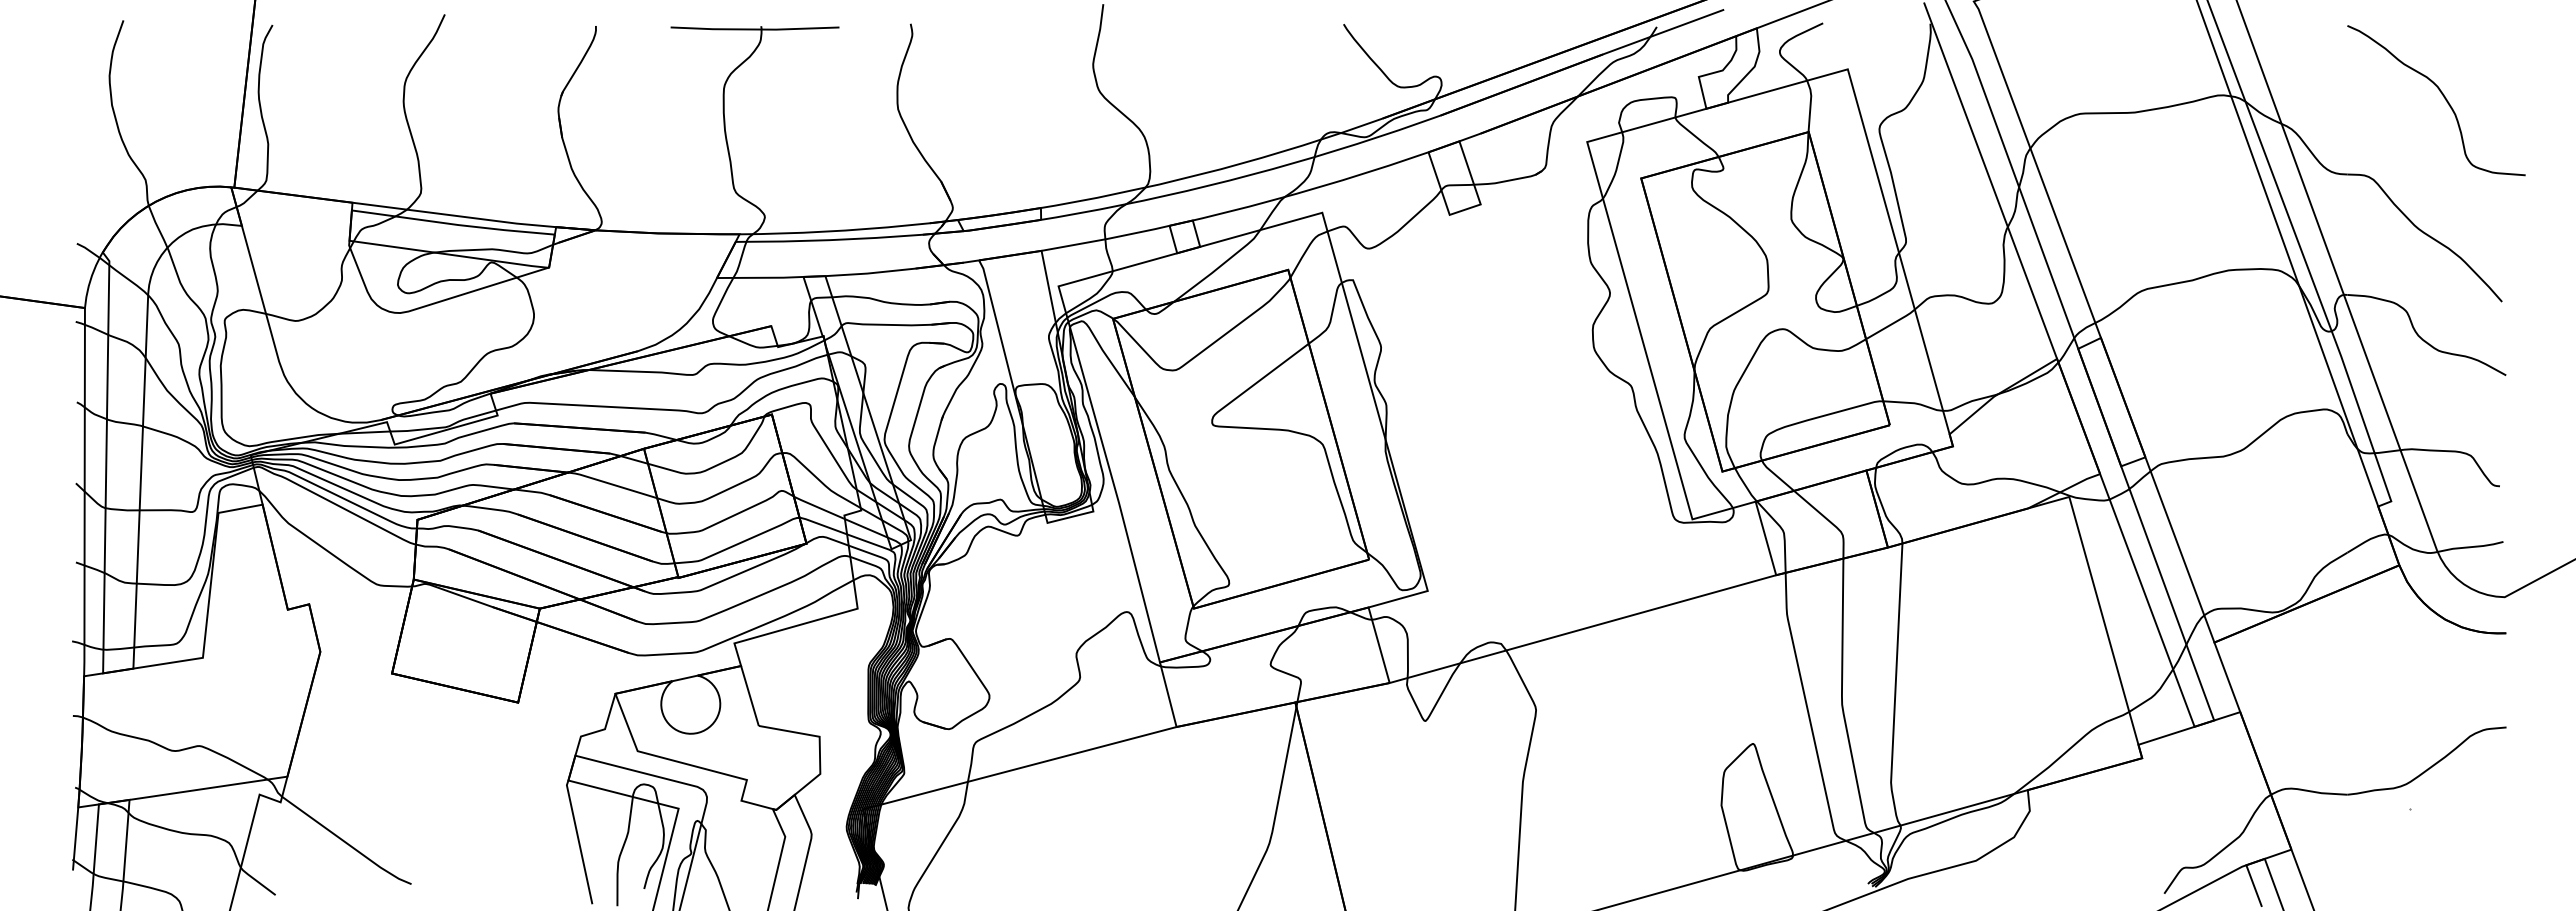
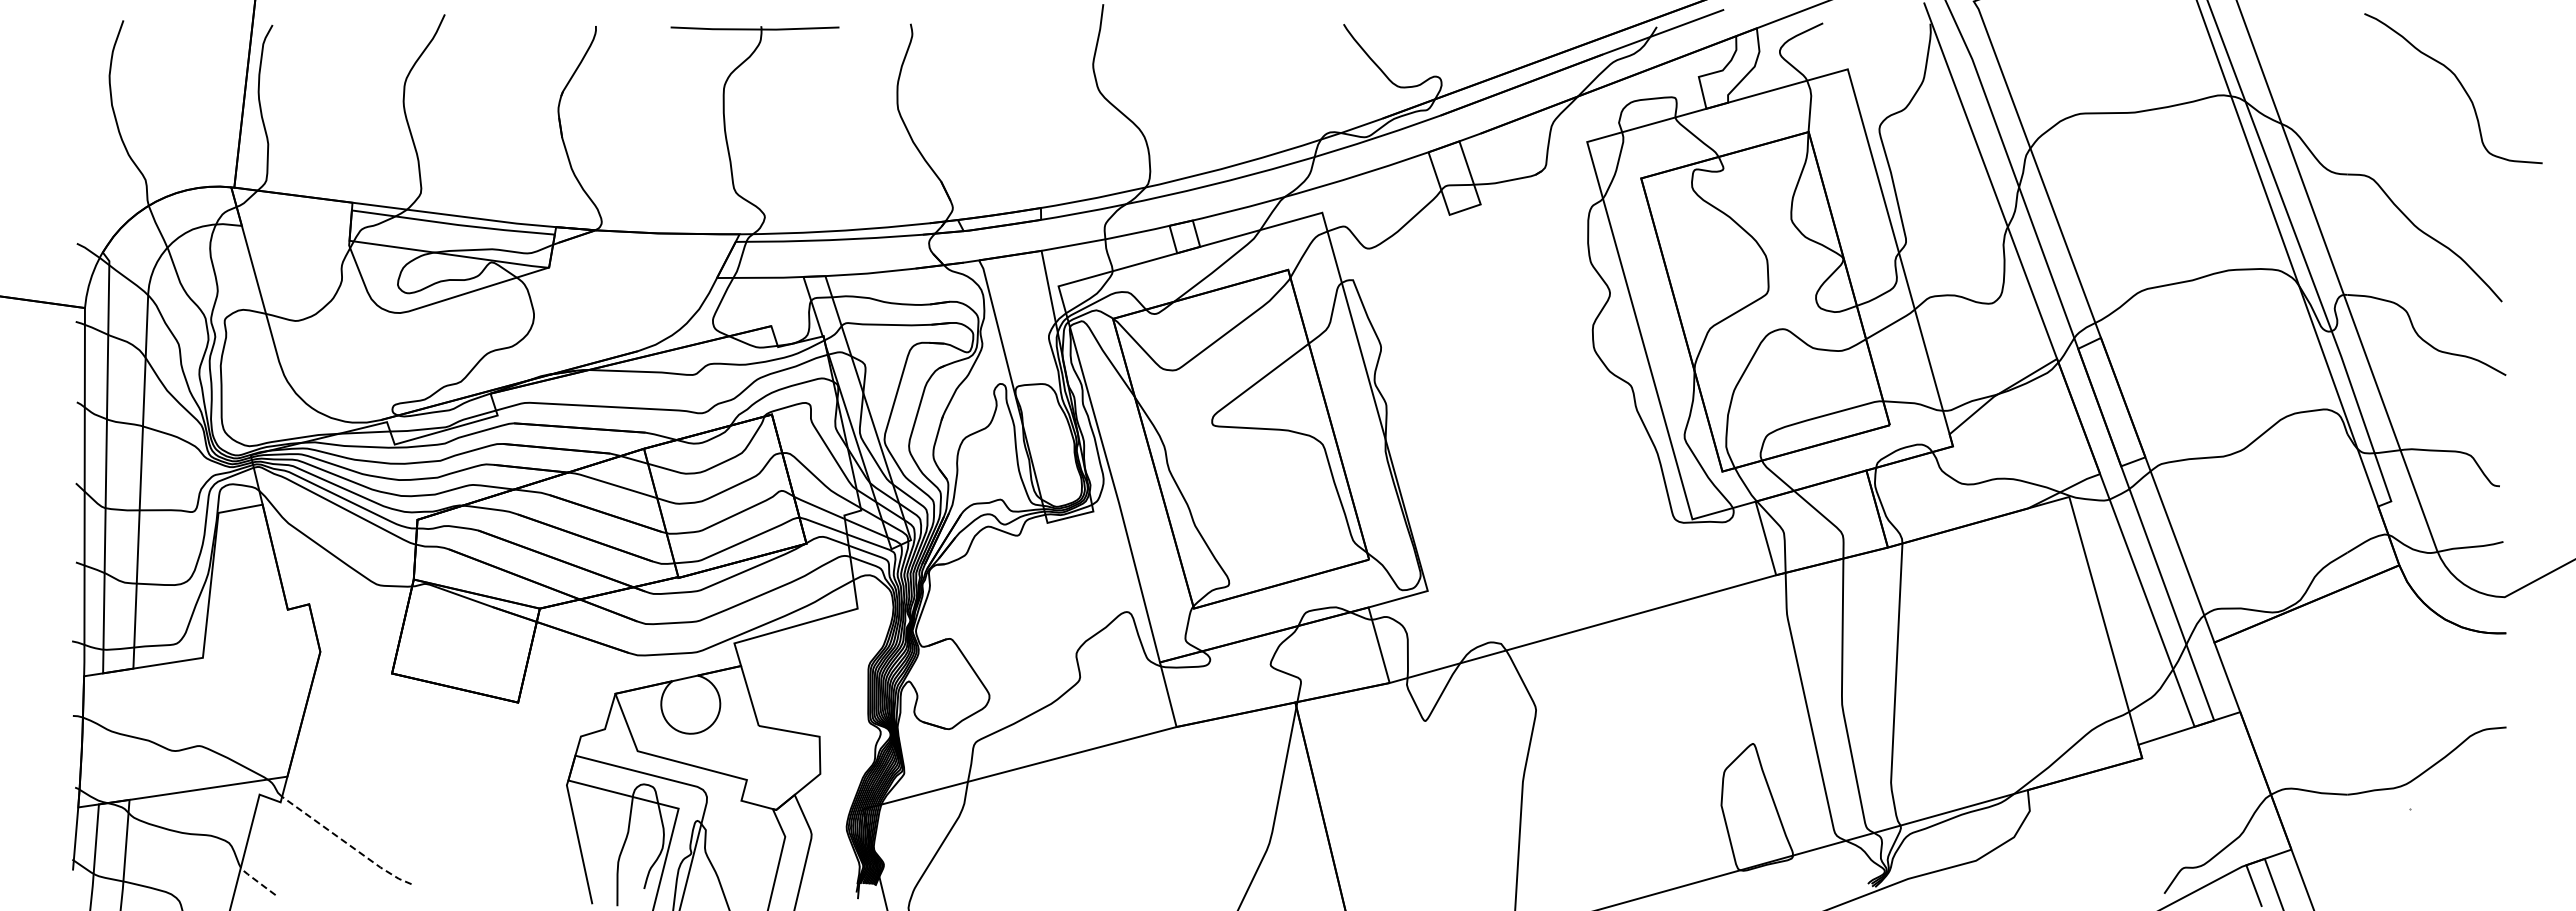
curve at (2443, 97) position: (2443, 97) -> (2460, 85)
line at (346, 843): solid -> dashed
line at (256, 880): solid -> dashed
